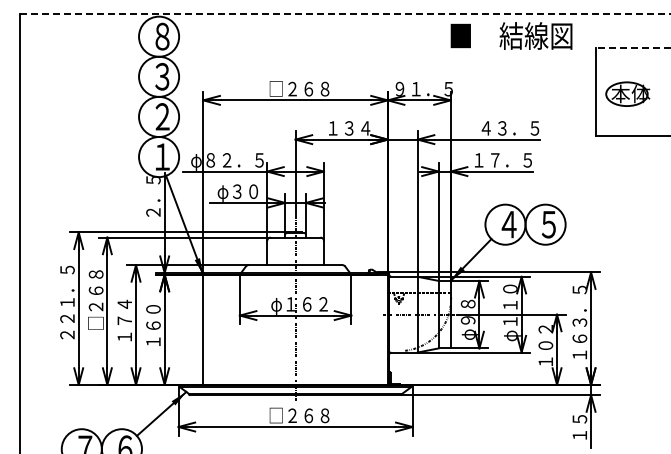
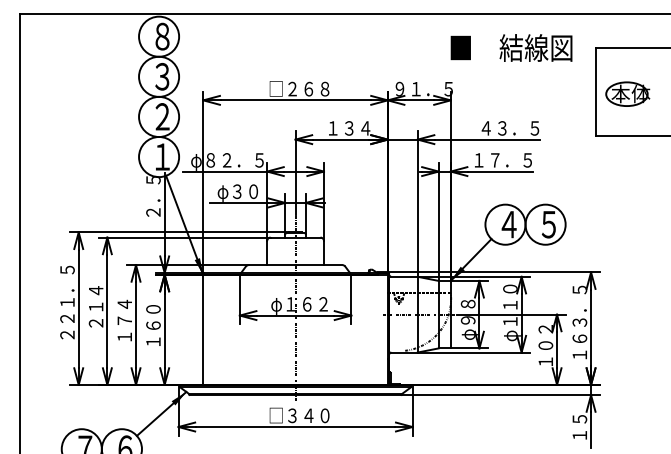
line at (344, 13): dashed -> solid
text at (511, 35) position: (511, 35) -> (511, 47)
line at (632, 48): dashed -> solid
text at (95, 299): □２６８ -> ２１４
text at (308, 415): □２６８ -> □３４０
